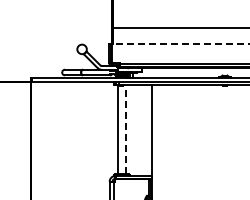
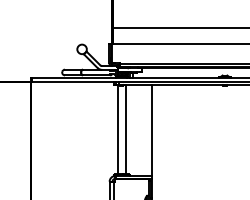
line at (180, 43): dashed -> solid
line at (125, 129): dashed -> solid
